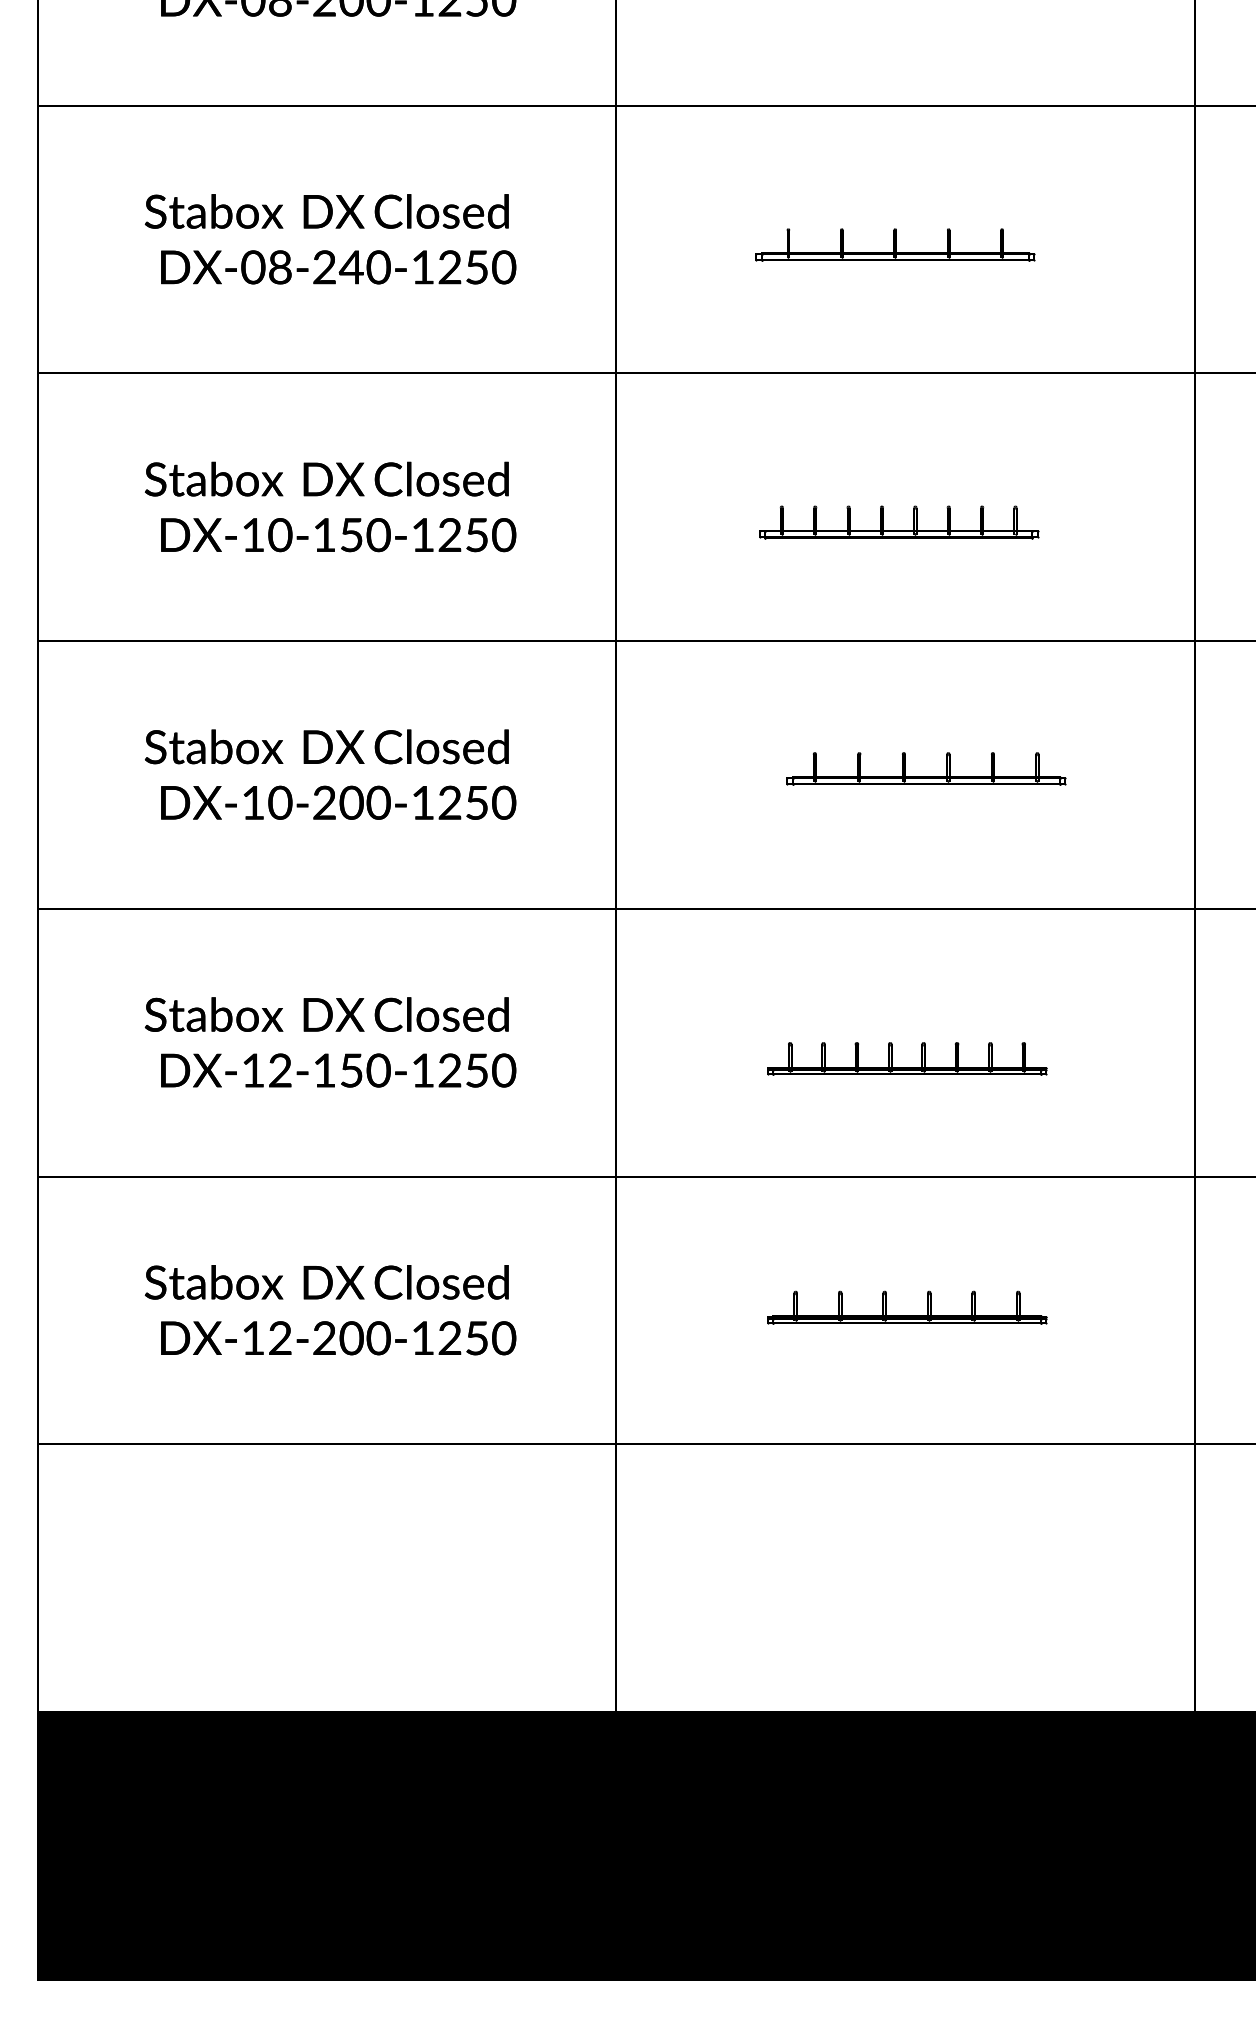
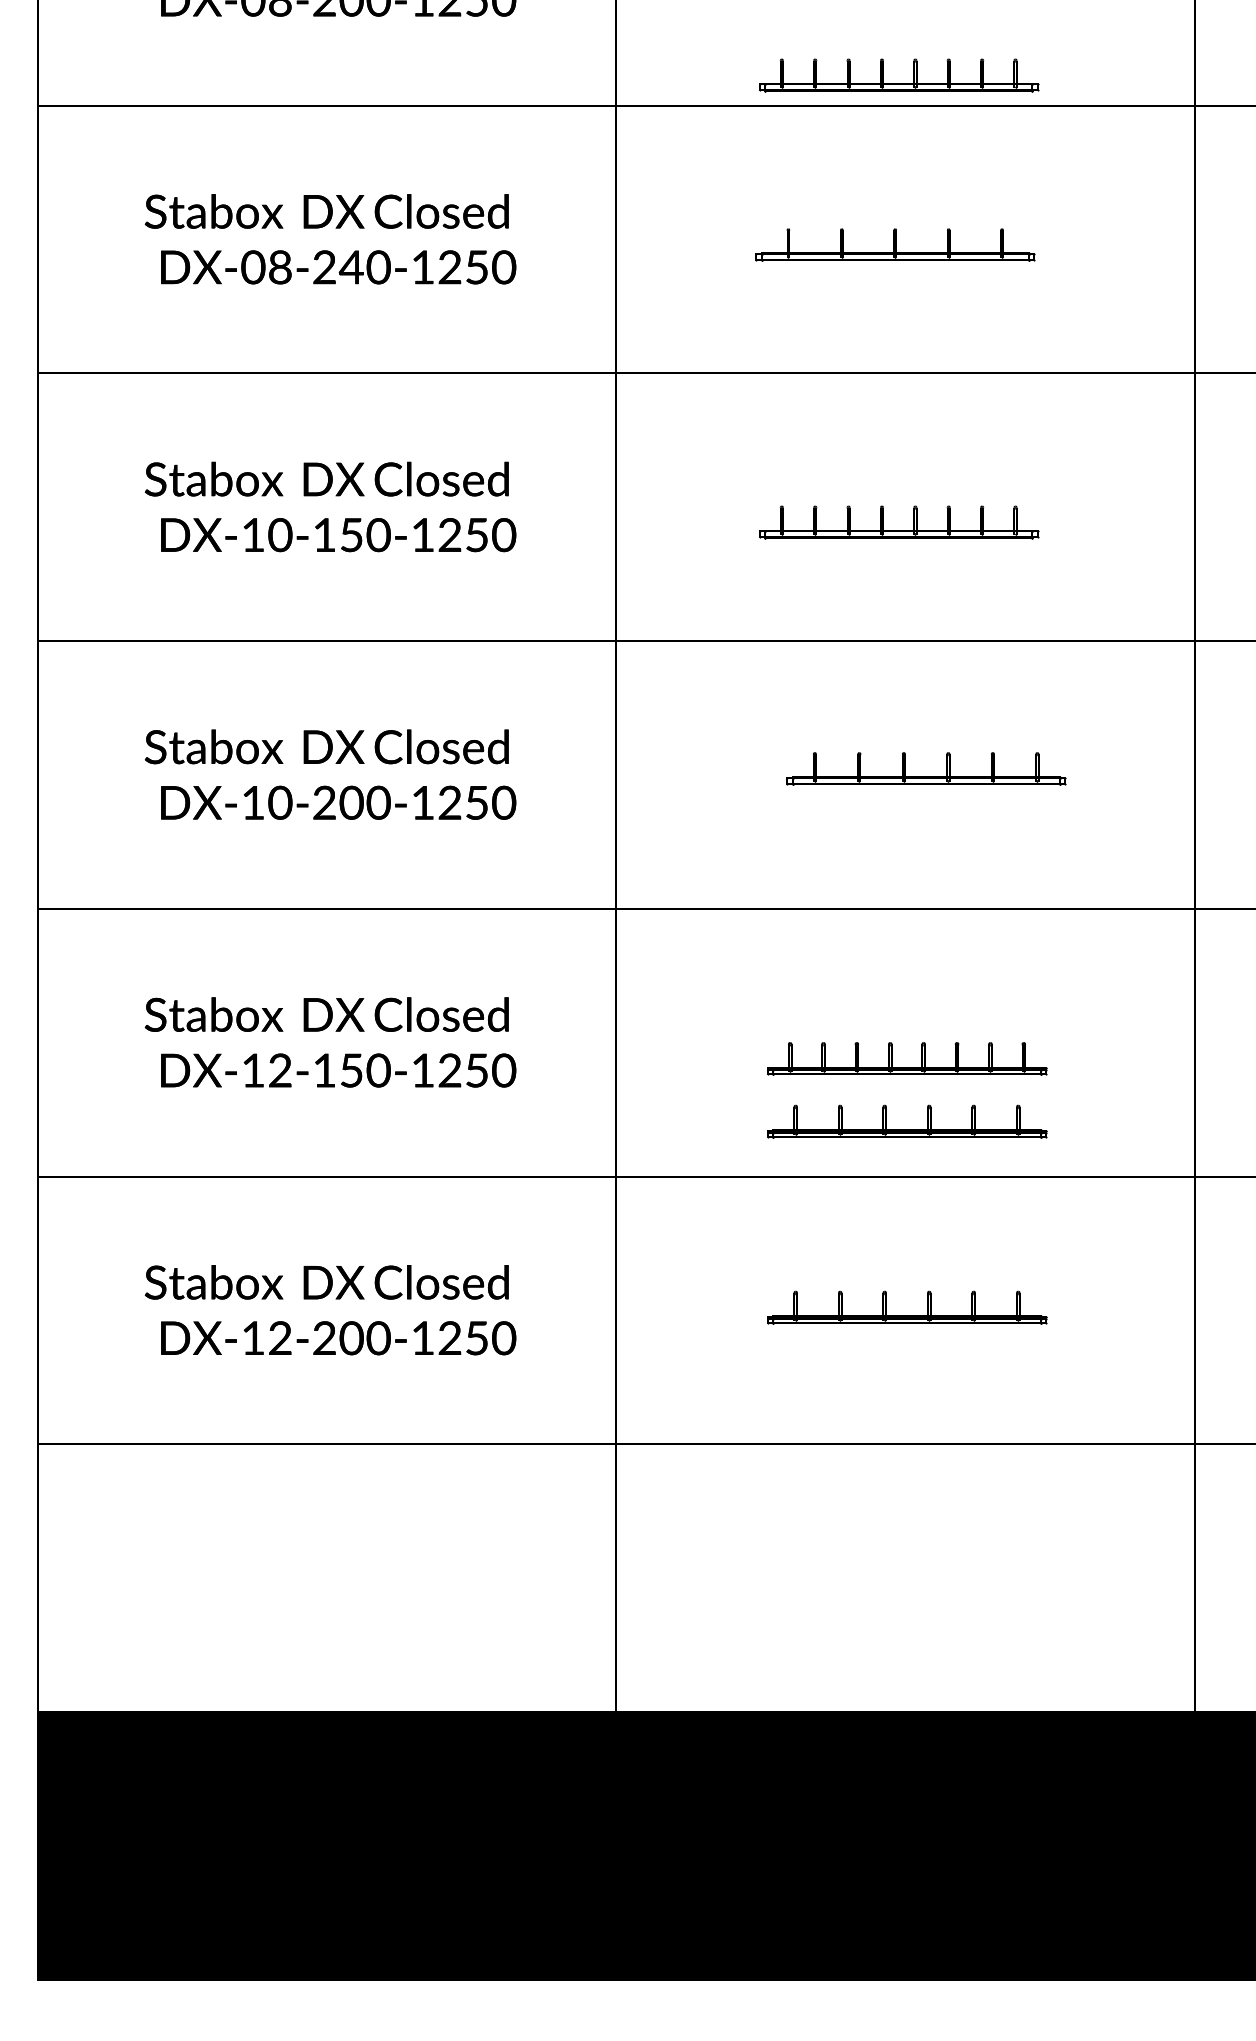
part at (899, 83): none -> present
part at (907, 1129): none -> present
